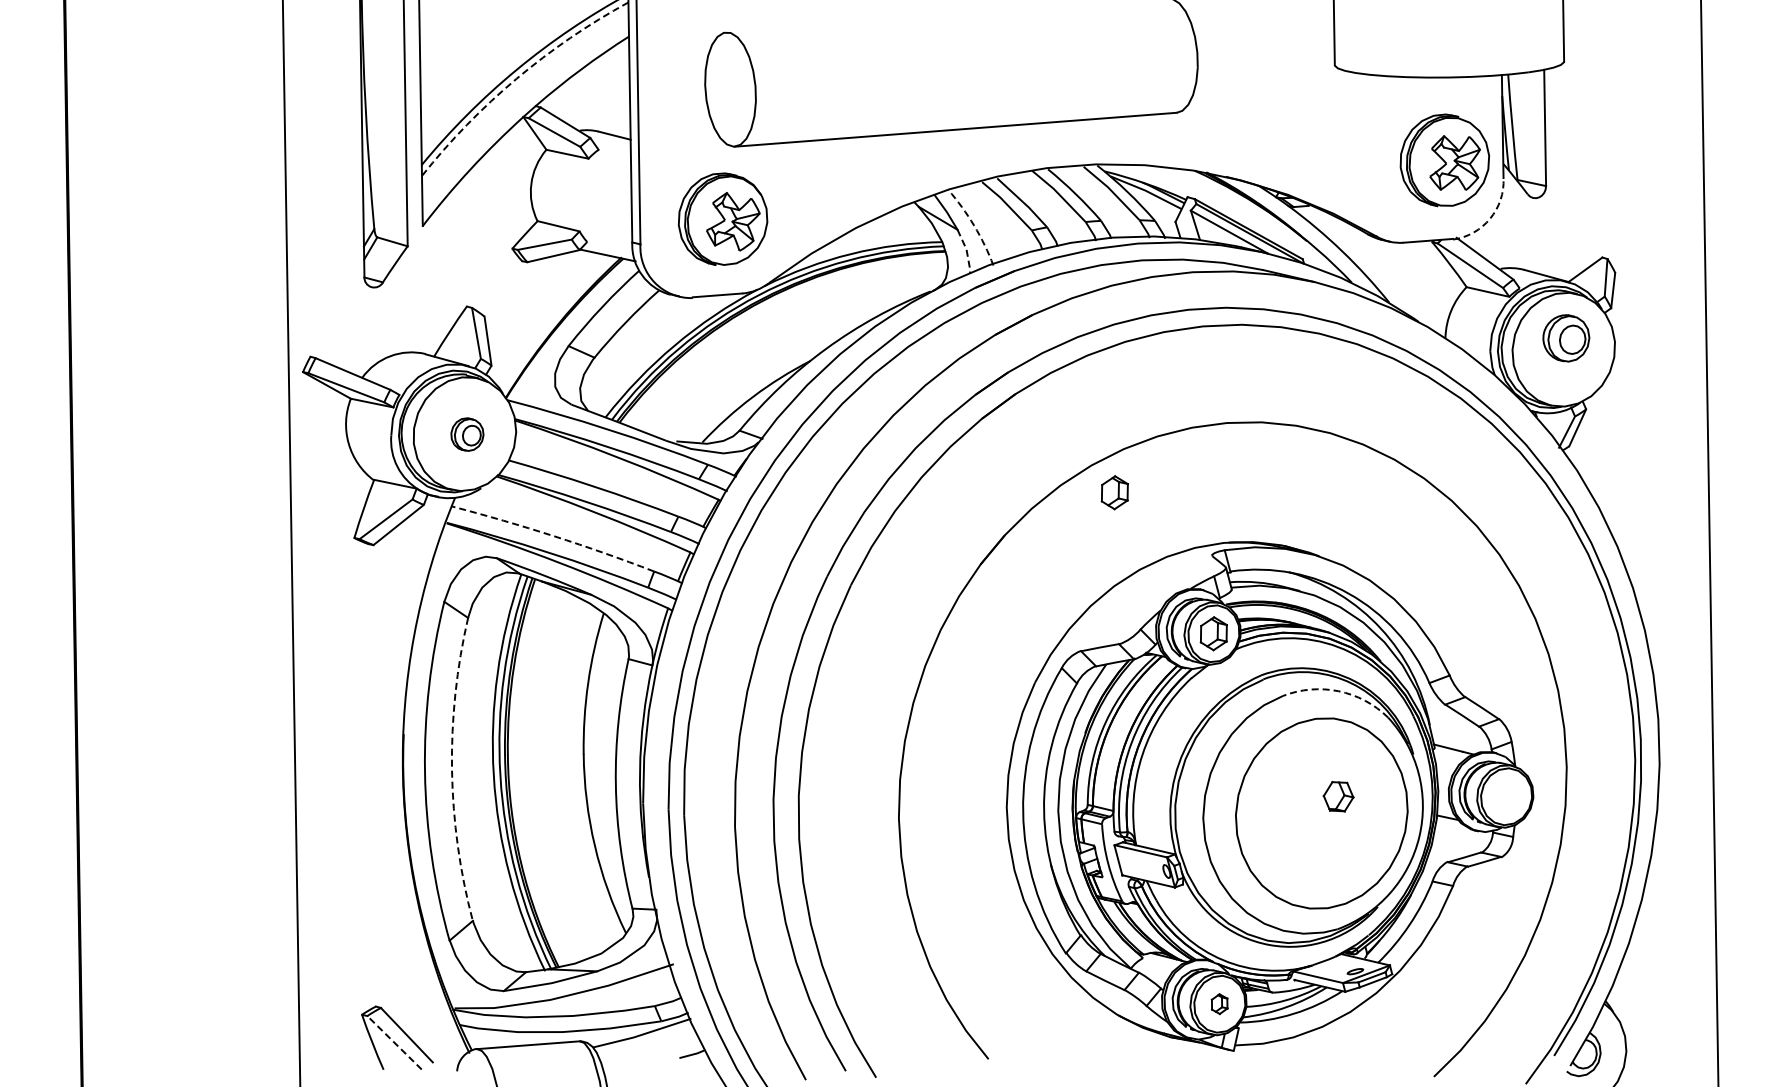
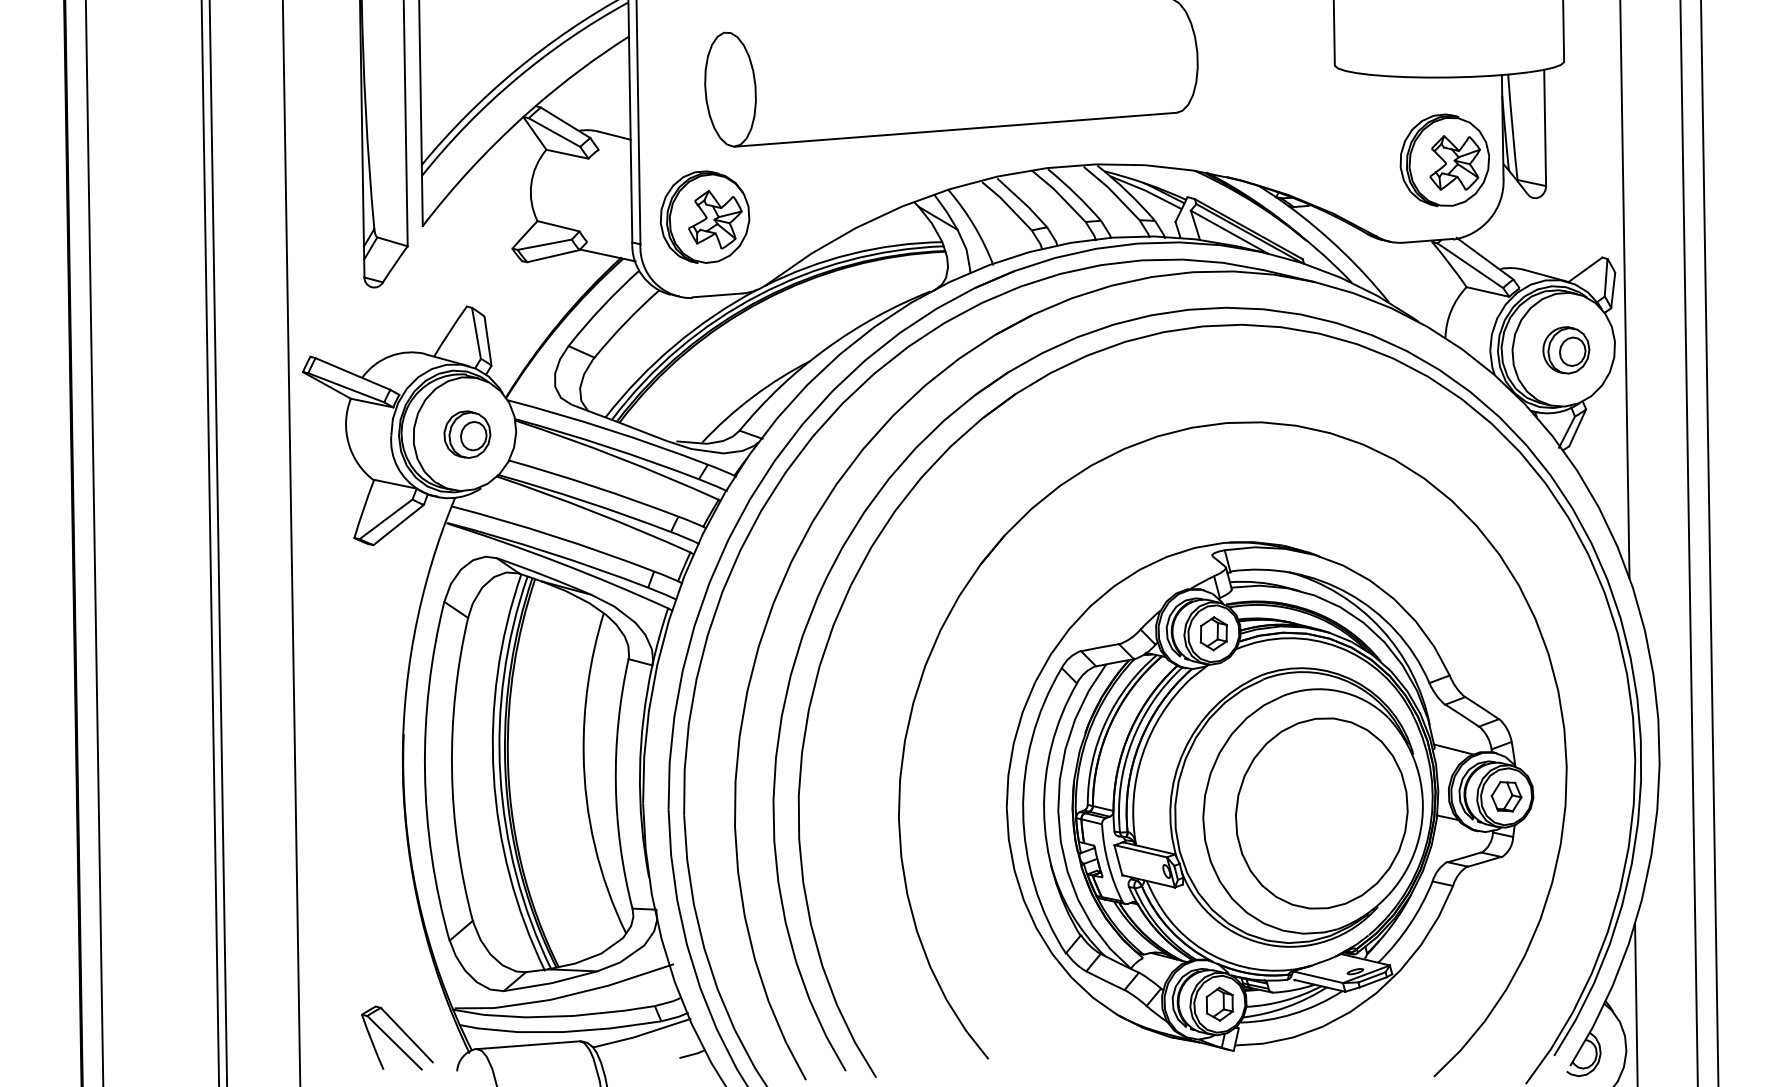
arc at (516, 78): dashed -> solid
part at (722, 218) position: (722, 218) -> (704, 216)
arc at (1490, 218): dashed -> solid
arc at (974, 225): dashed -> solid
line at (966, 251): dashed -> solid
line at (1624, 289): none -> present
part at (1566, 338) position: (1566, 338) -> (1566, 350)
part at (467, 434) size: 35x35 px -> 49x49 px
part at (1114, 492): present -> none
arc at (554, 536): dashed -> solid
line at (94, 542): none -> present
line at (210, 542): none -> present
line at (218, 542): none -> present
line at (1688, 542): none -> present
arc at (1338, 691): dashed -> solid
arc at (452, 770): dashed -> solid
part at (1338, 796) position: (1338, 796) -> (1506, 796)
line at (1636, 1003): none -> present
part at (1219, 1004) size: 19x23 px -> 29x36 px
line at (394, 1042): dashed -> solid
